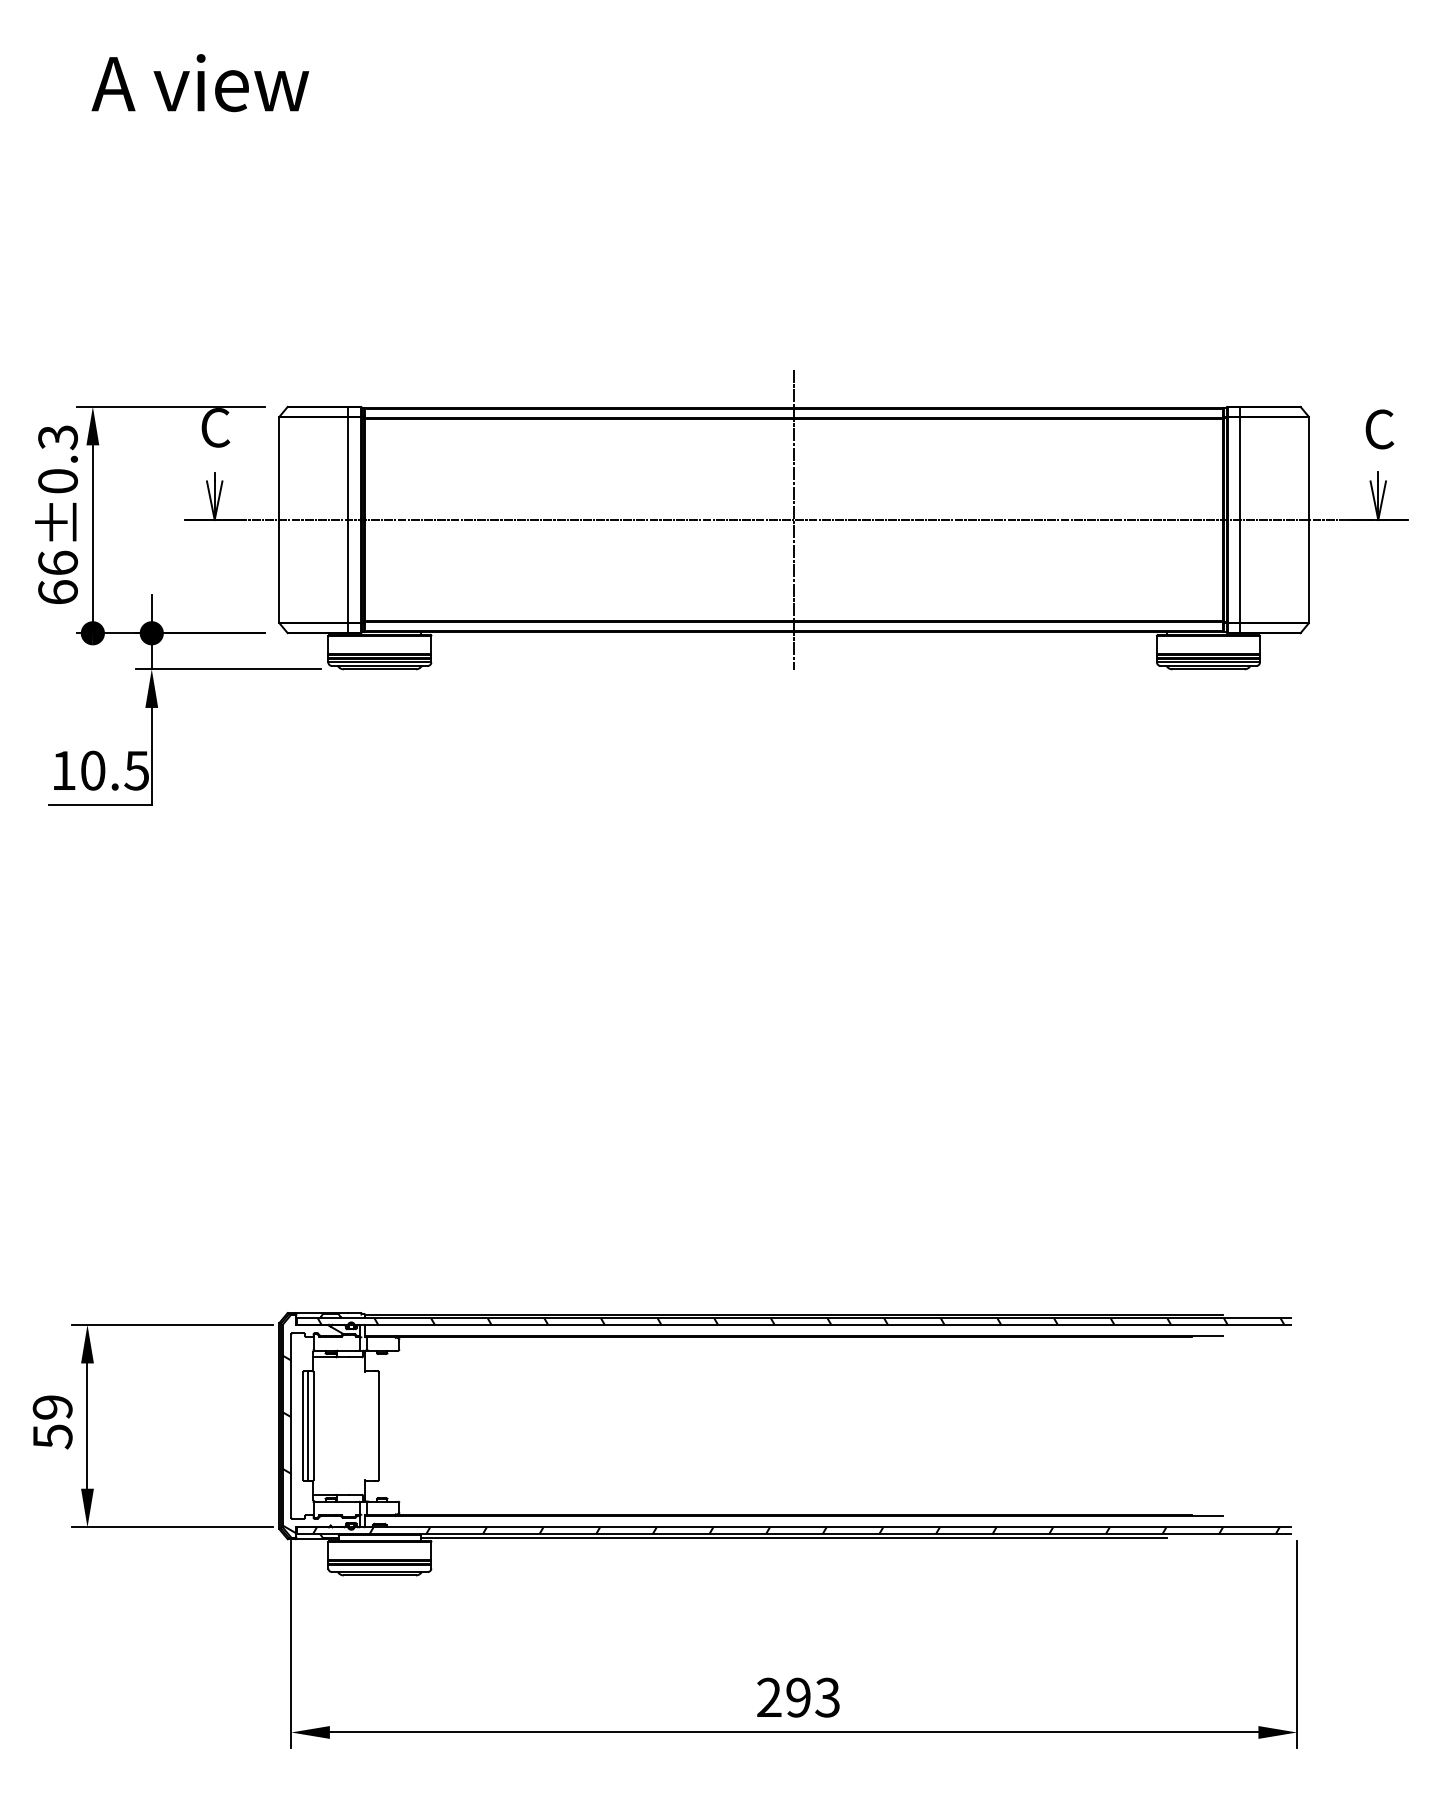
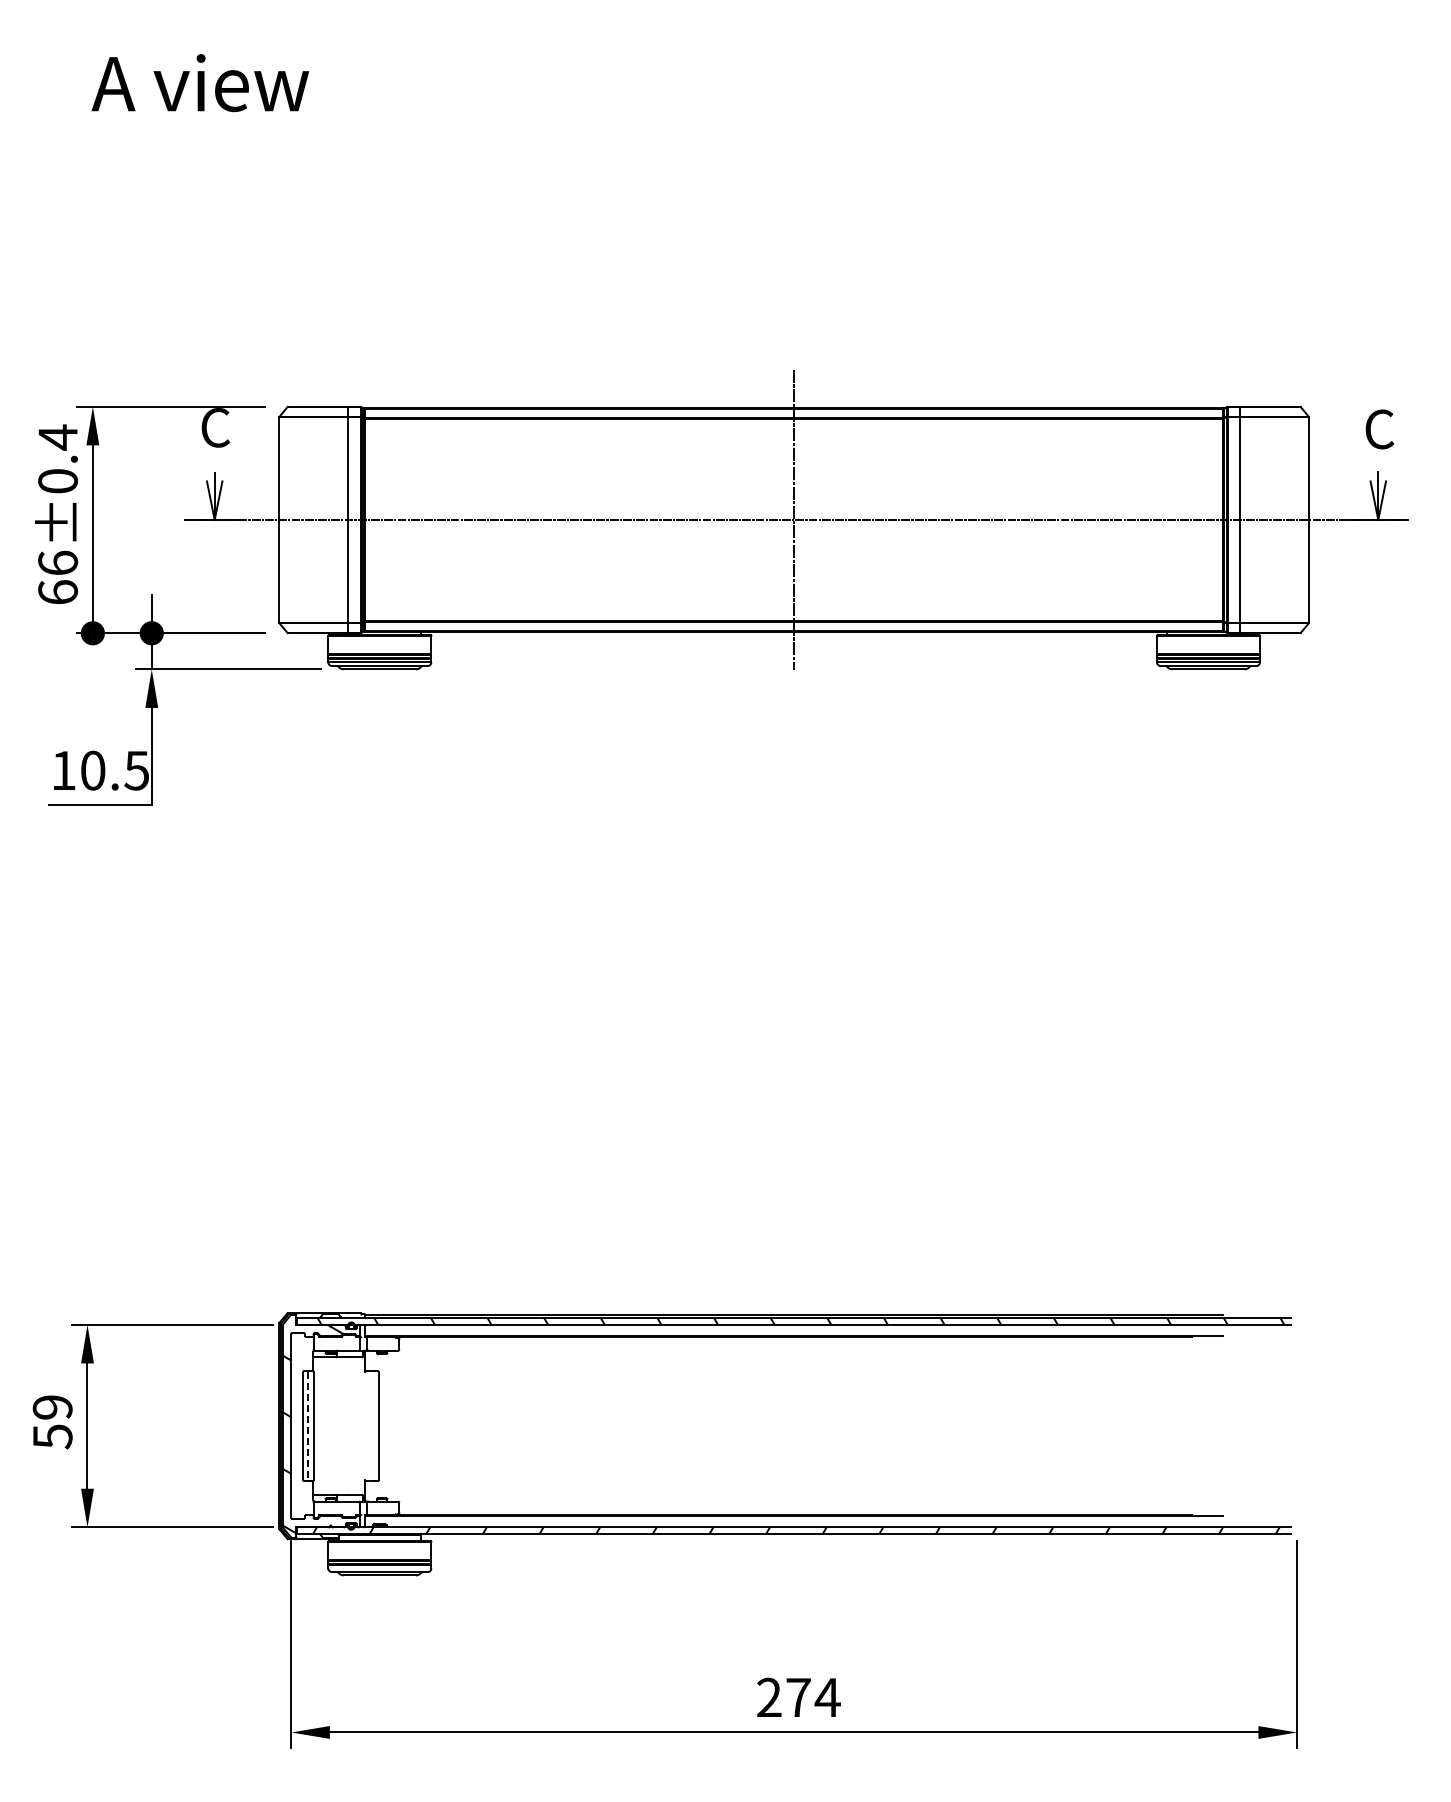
text at (57, 437): 66±0.3 -> 66±0.4
line at (307, 1426): solid -> dashed
line at (794, 1537): present -> none
text at (813, 1697): 293 -> 274
